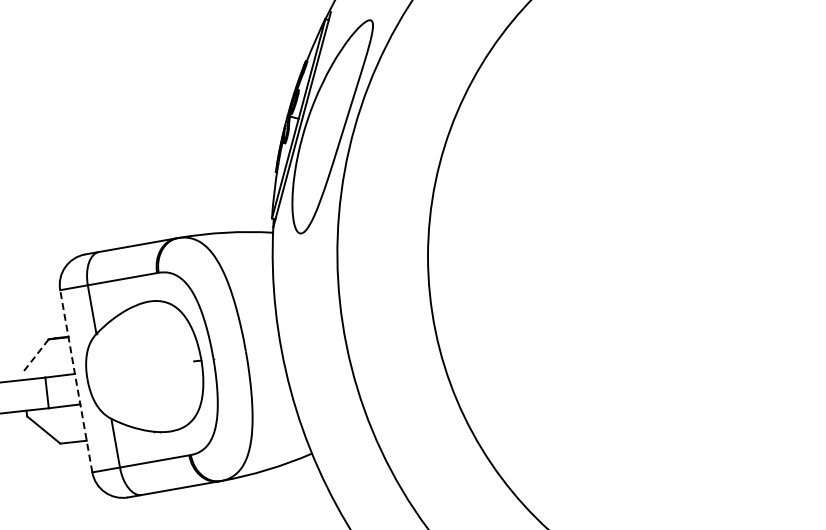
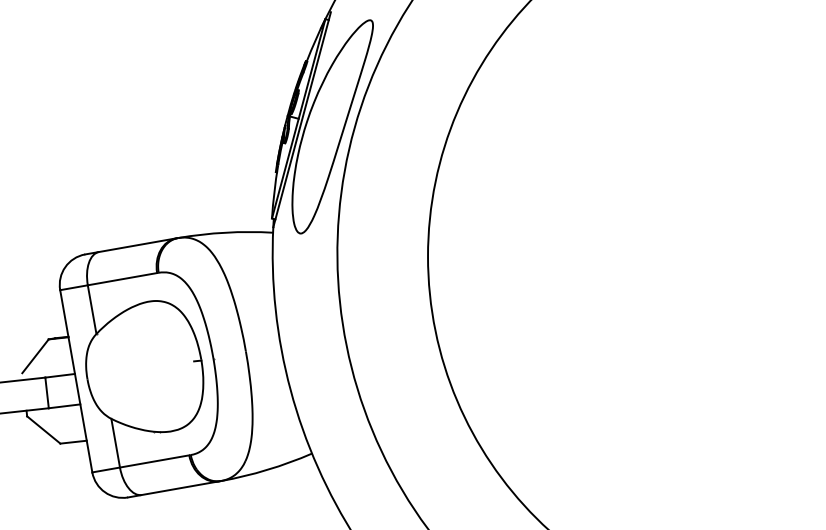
line at (35, 356): dashed -> solid
line at (76, 381): dashed -> solid
